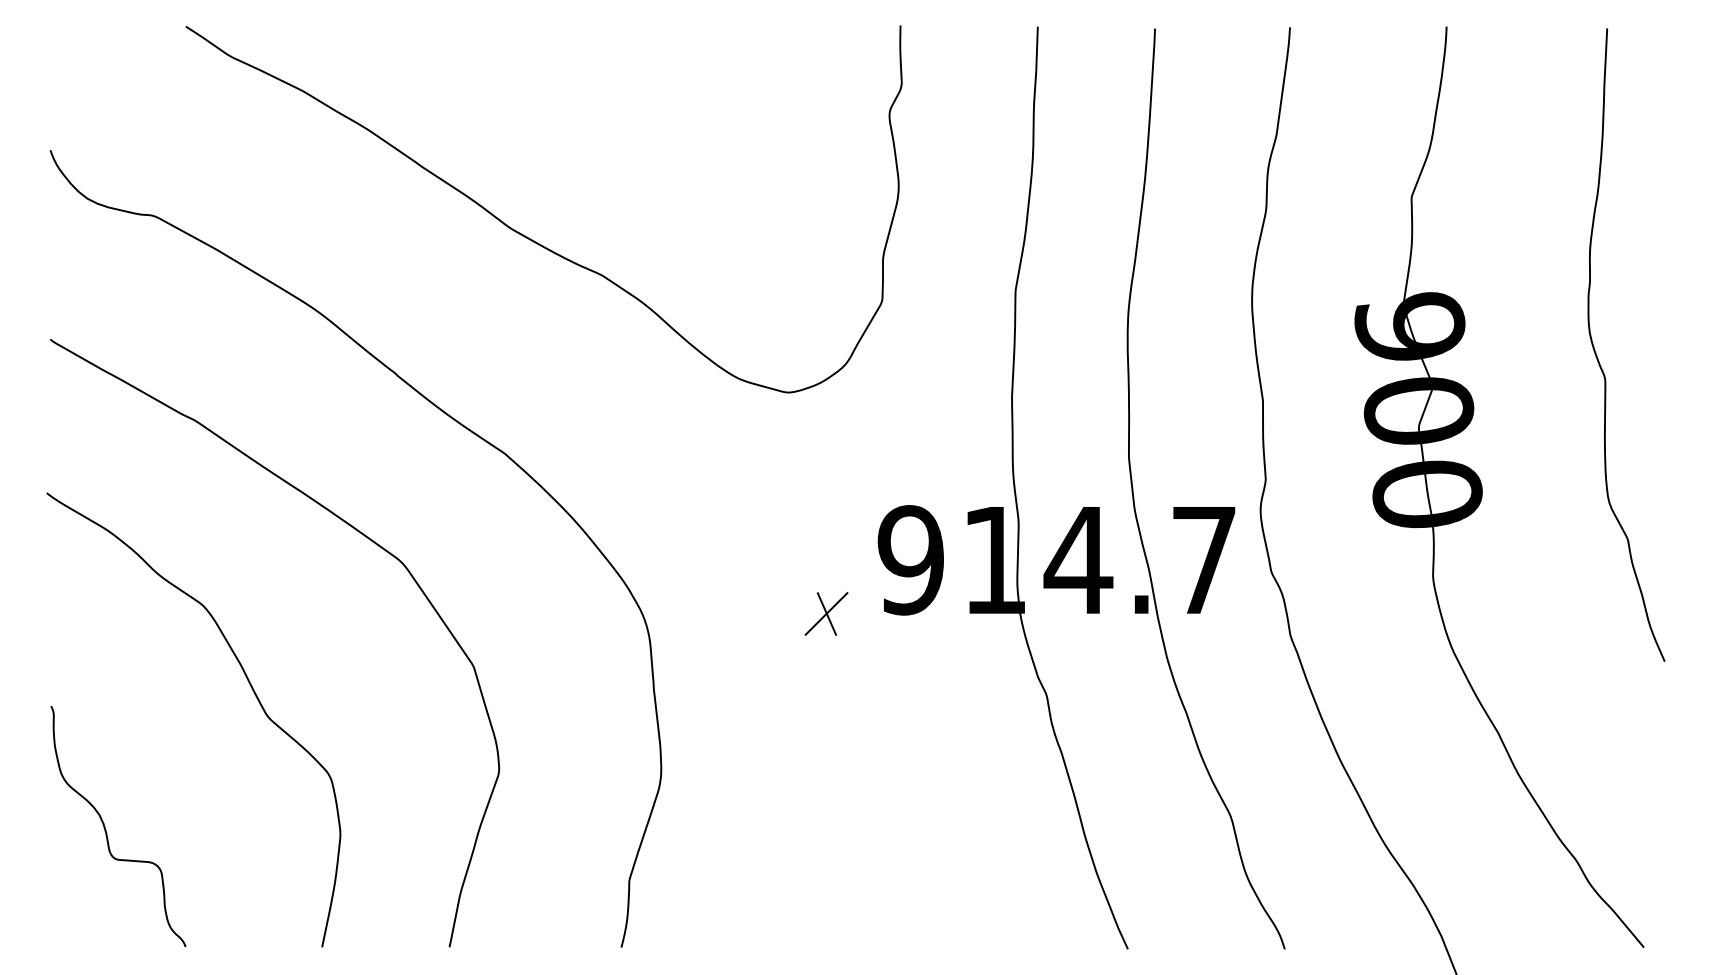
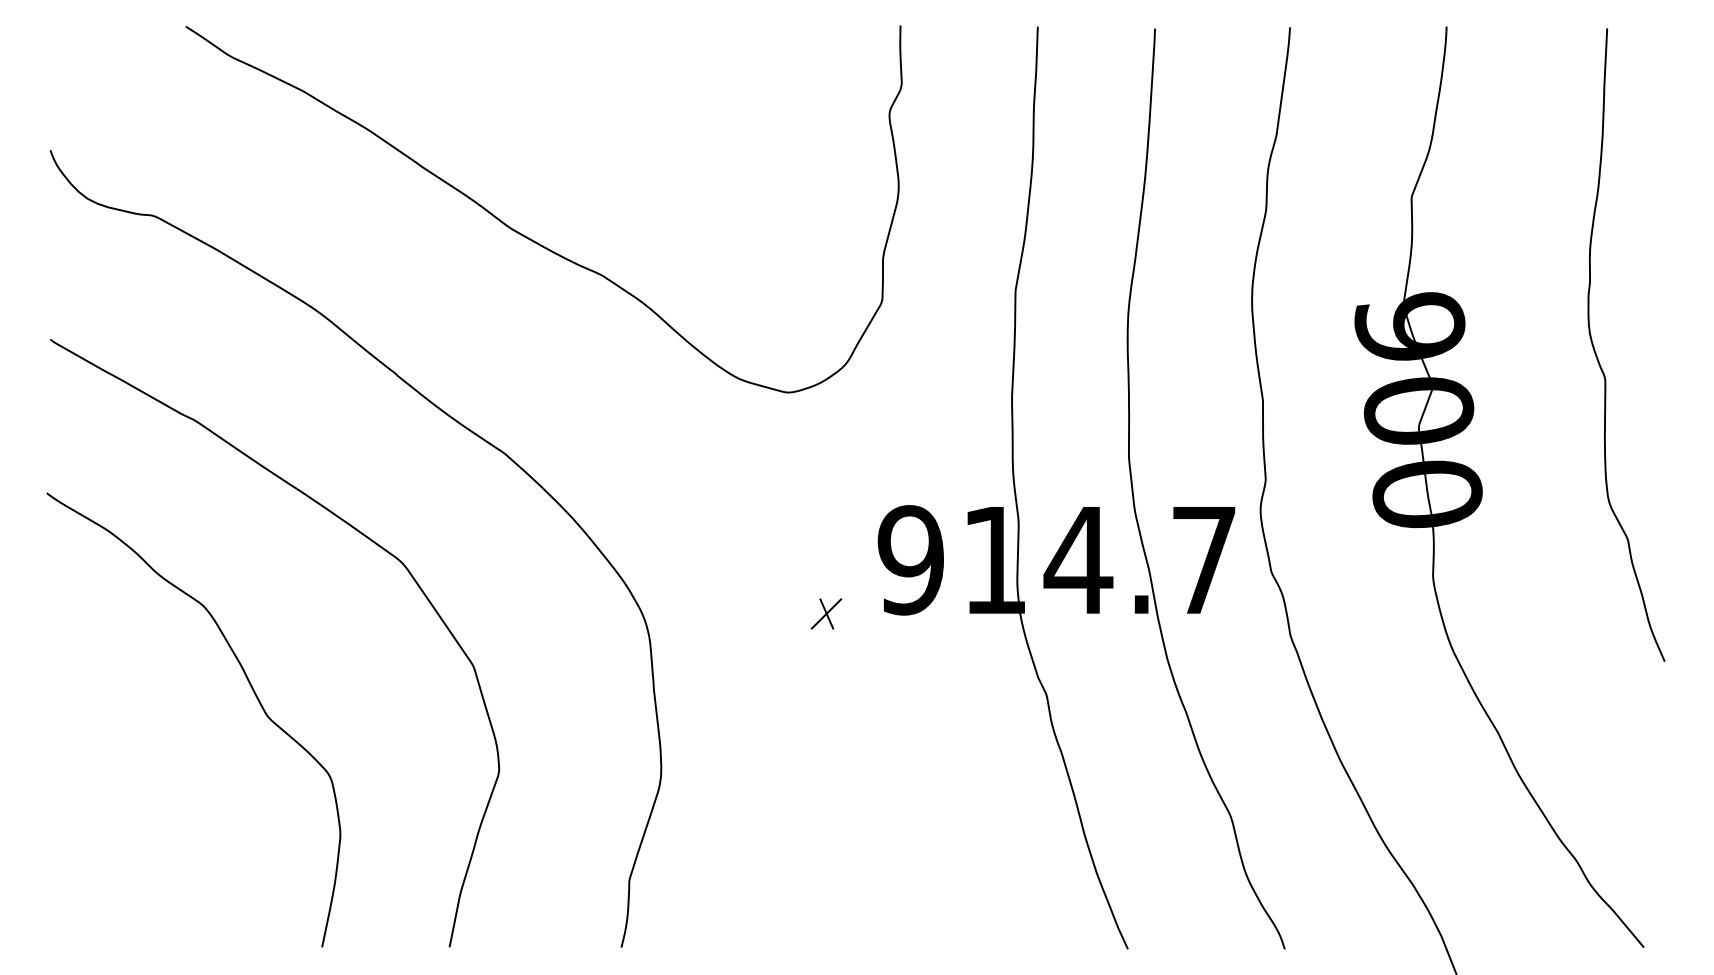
part at (826, 613) size: 45x44 px -> 33x32 px
curve at (106, 829): present -> none
